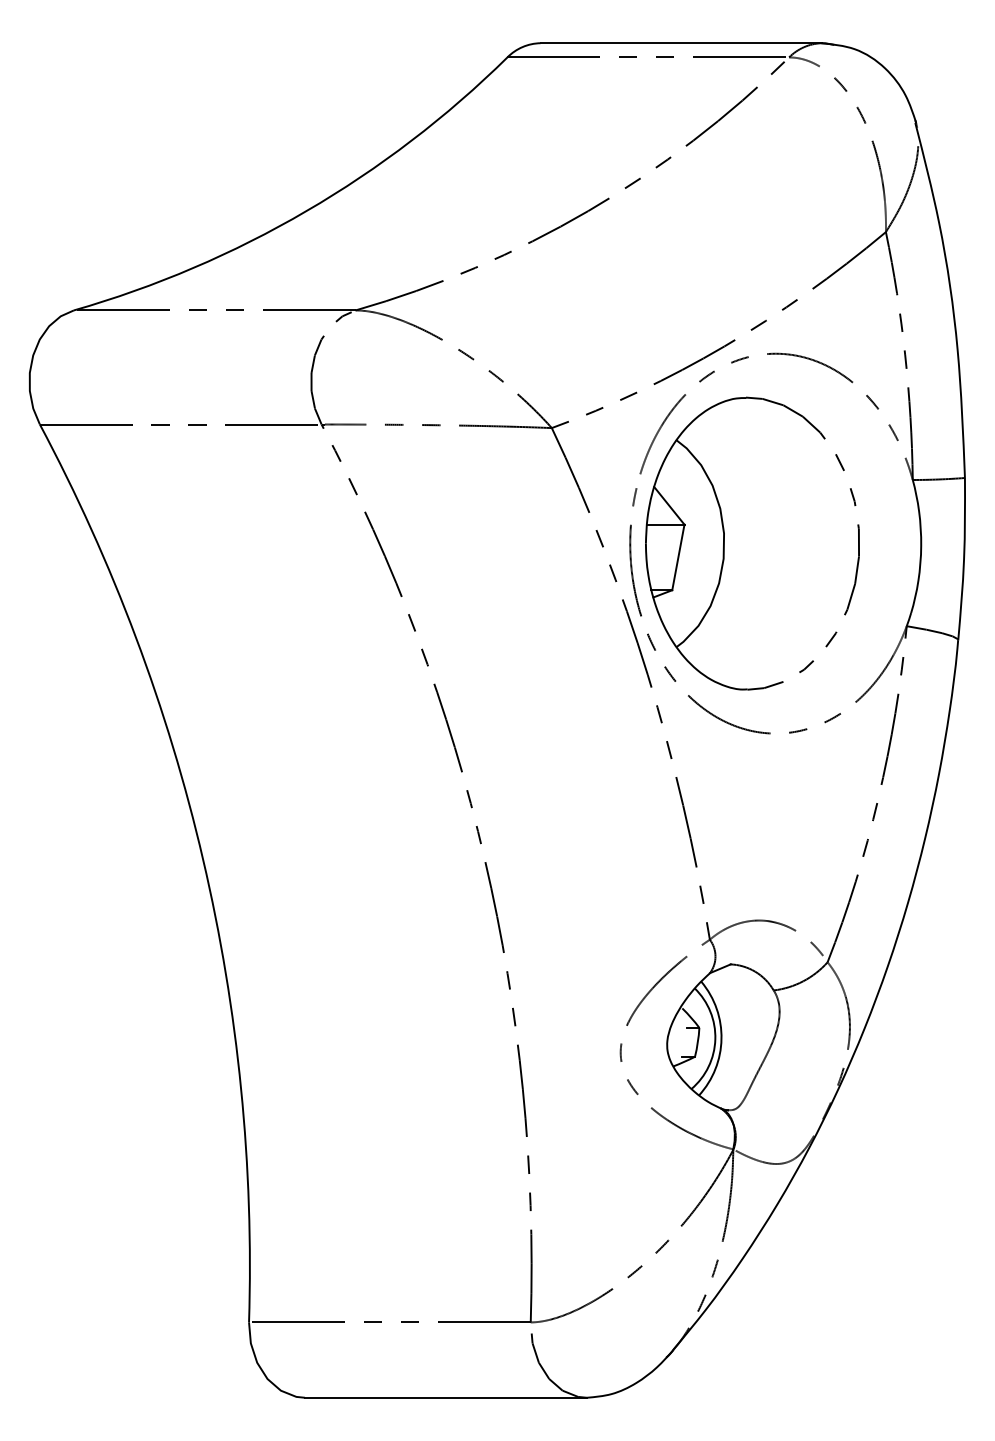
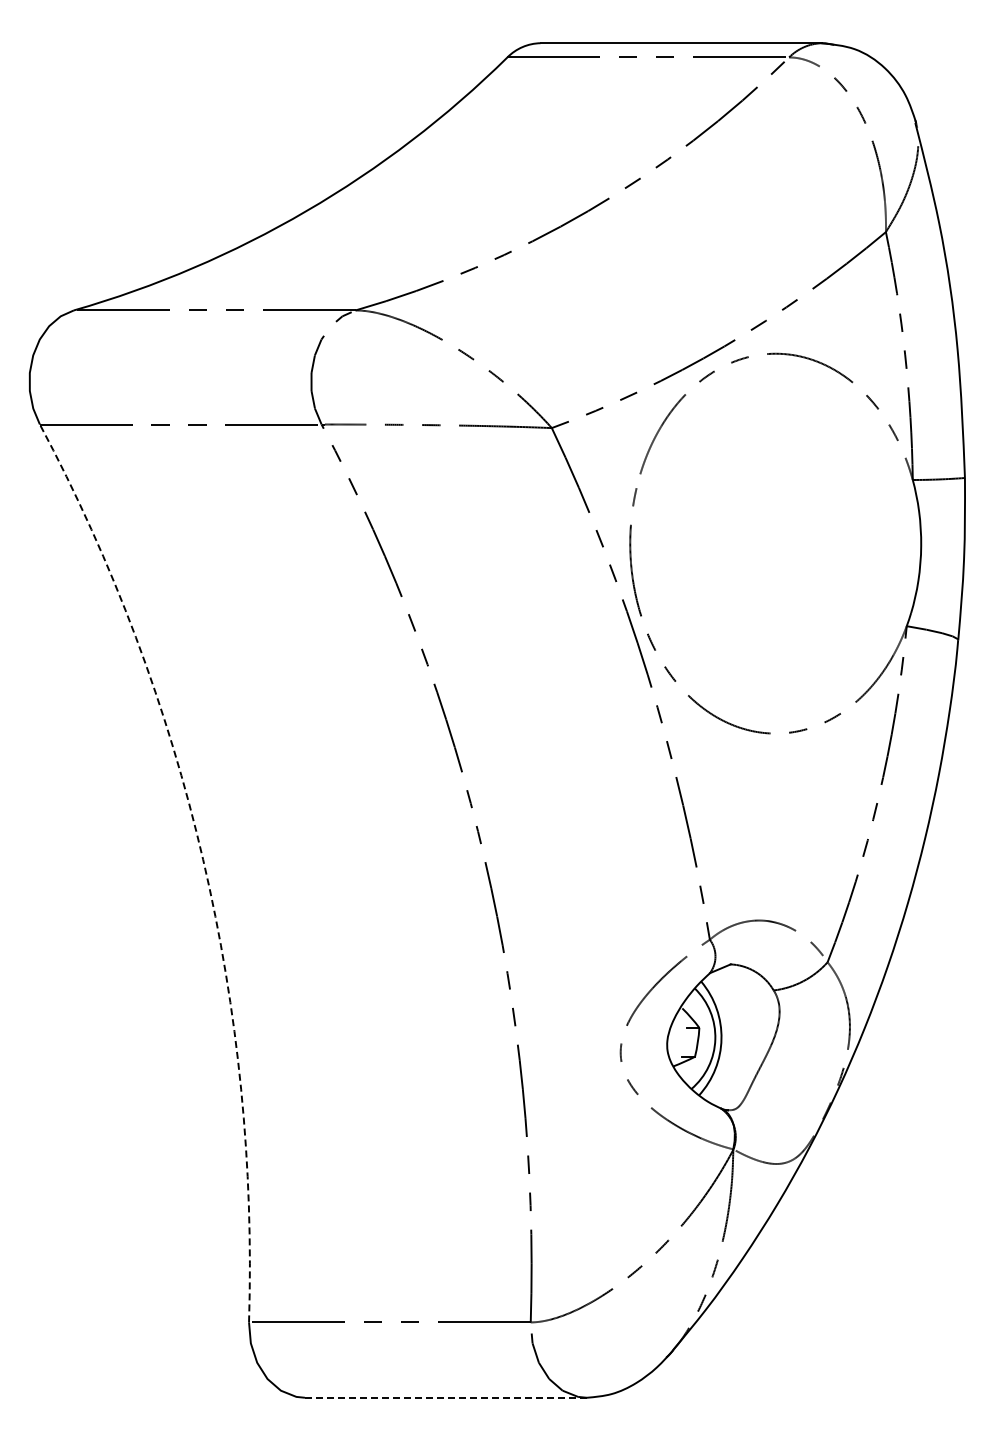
part at (724, 543): present -> none
arc at (203, 859): solid -> dashed
line at (445, 1397): solid -> dashed
